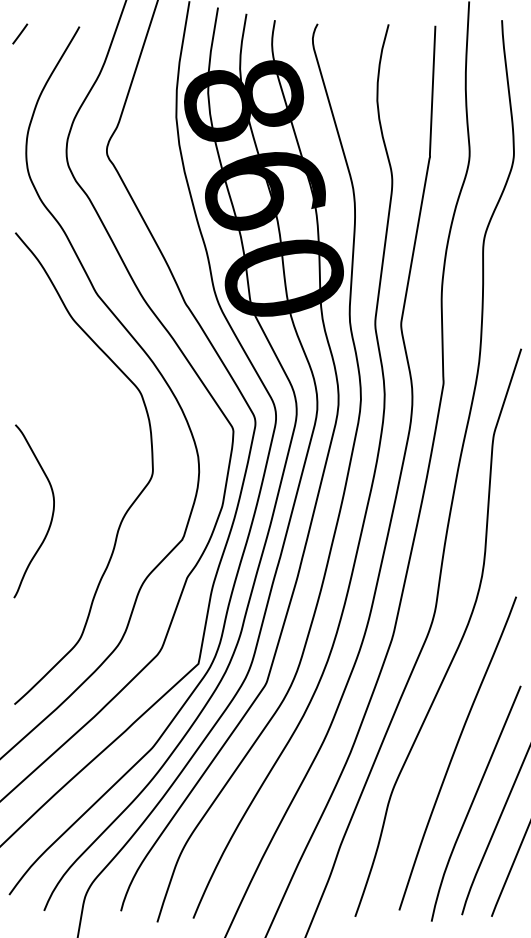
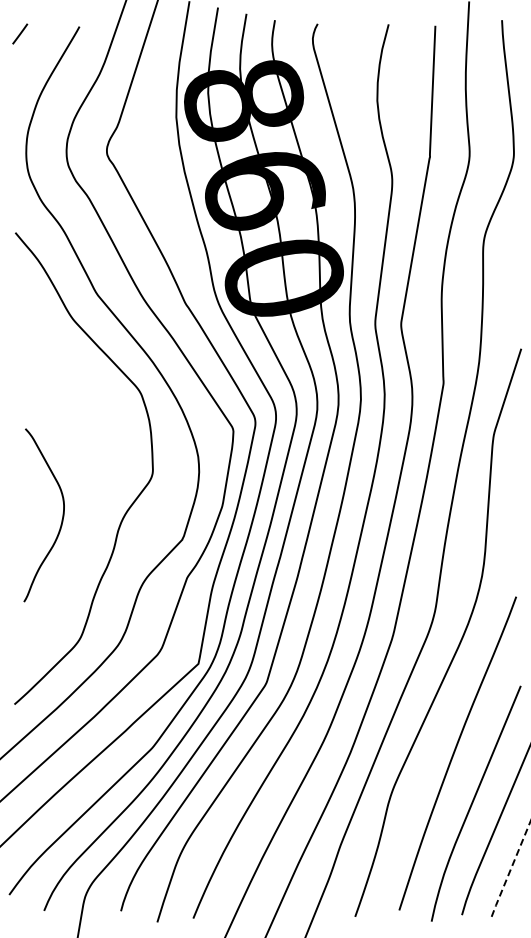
curve at (51, 515) position: (51, 515) -> (61, 519)
line at (510, 869): solid -> dashed
